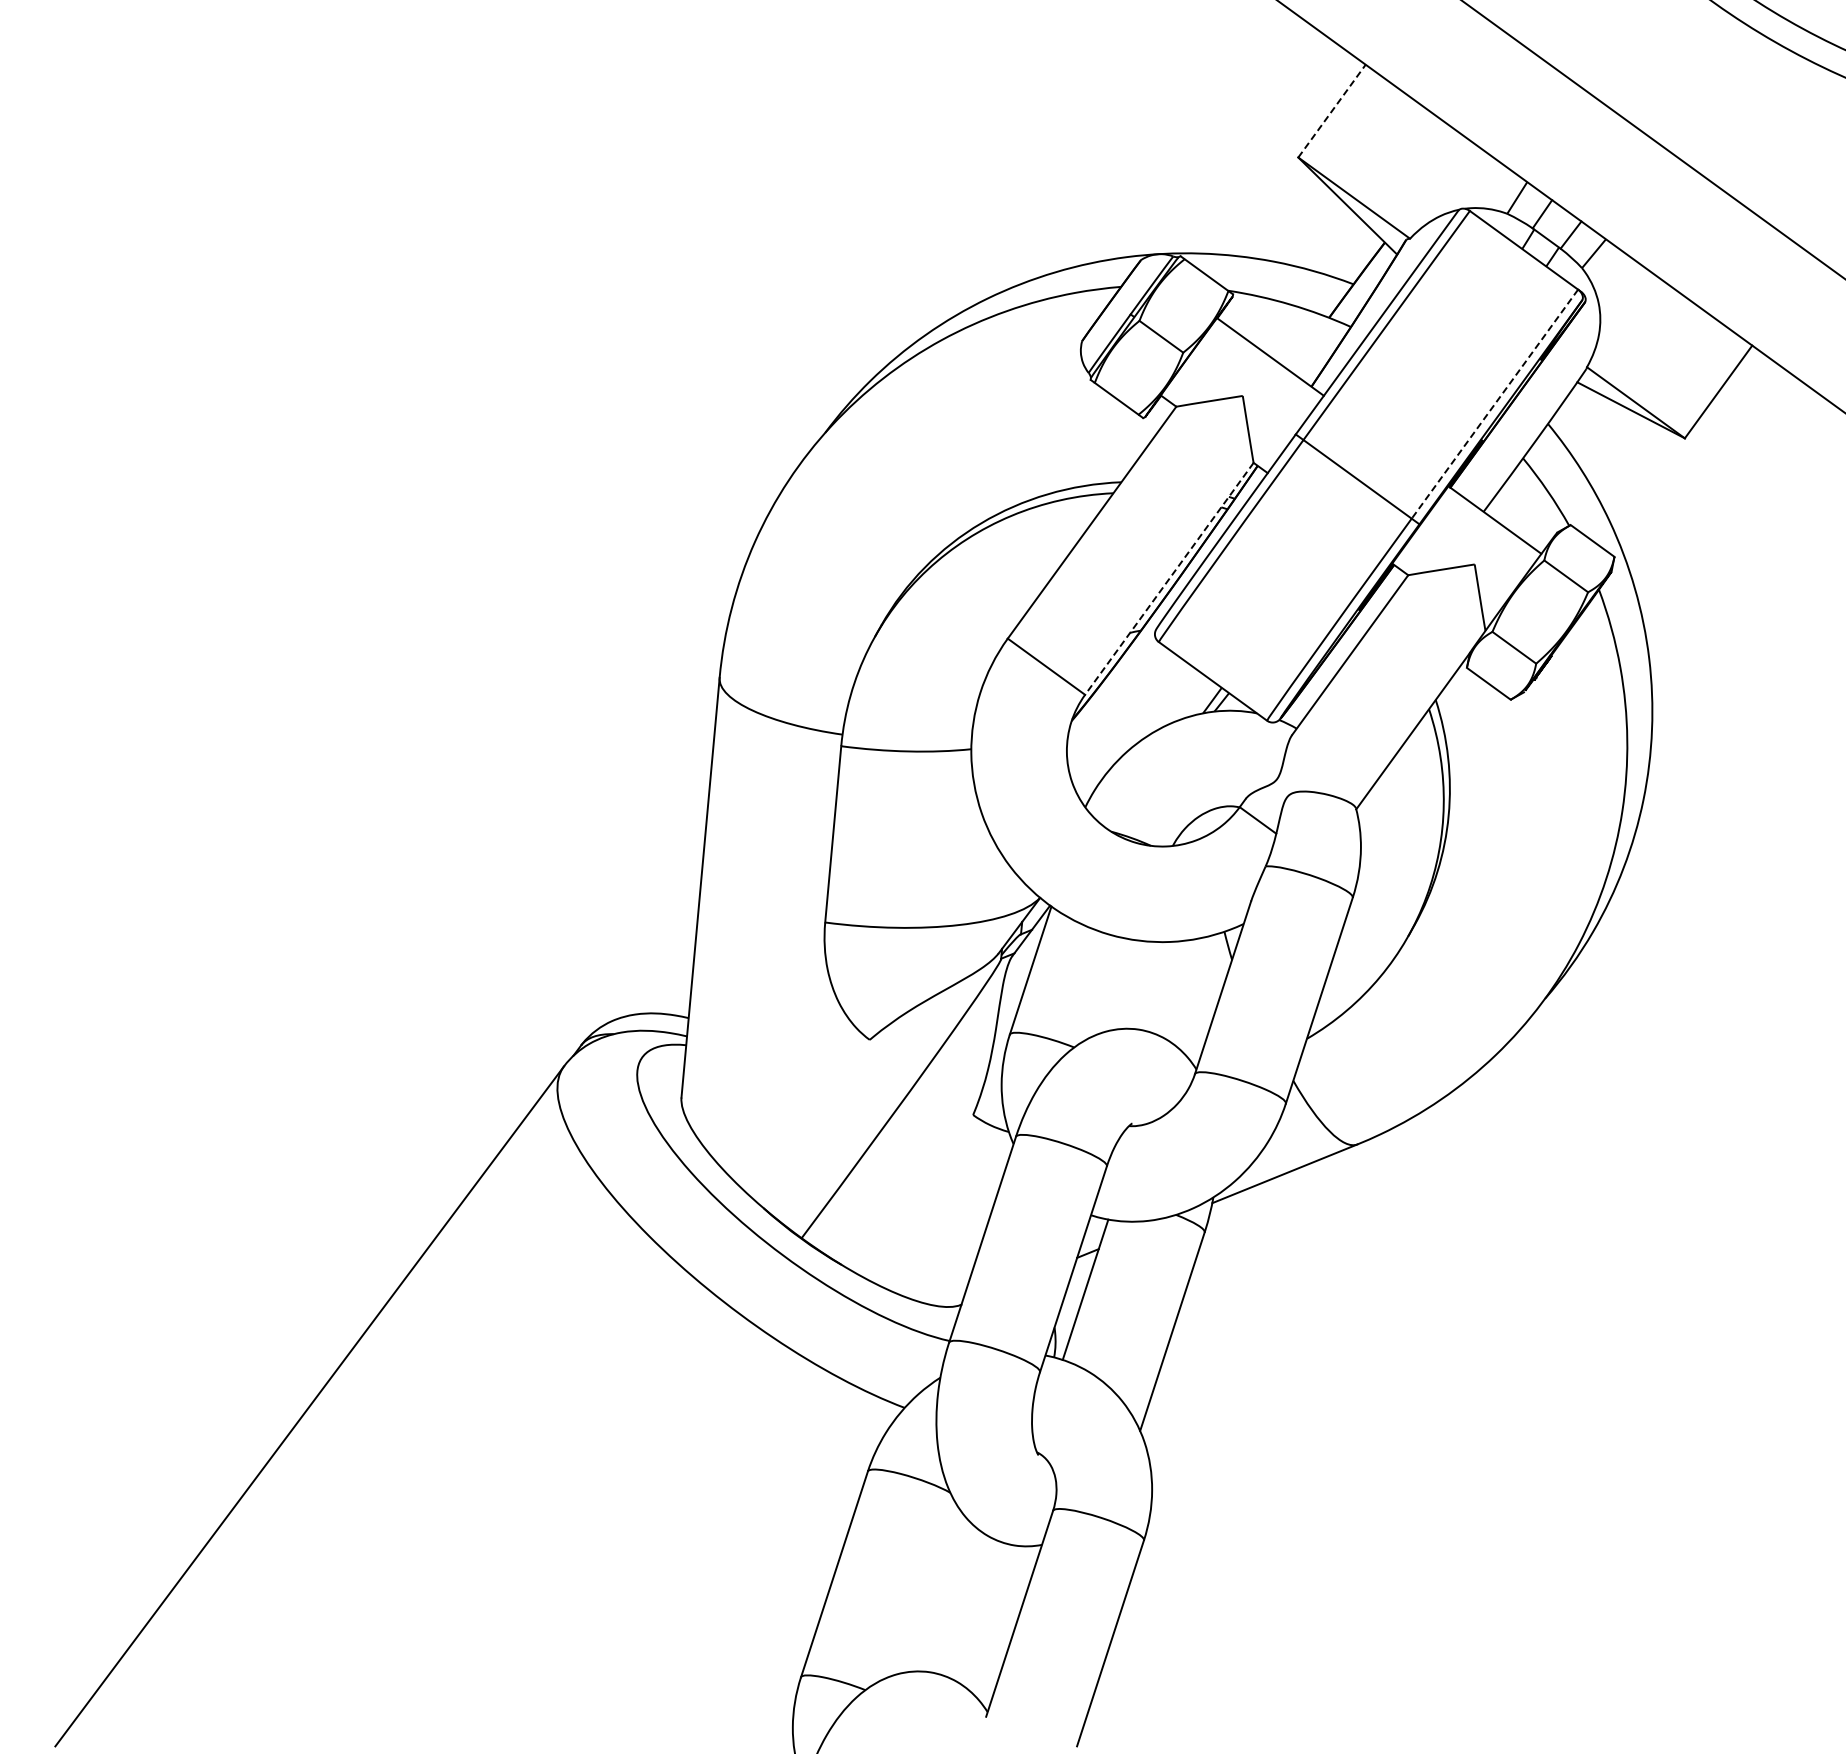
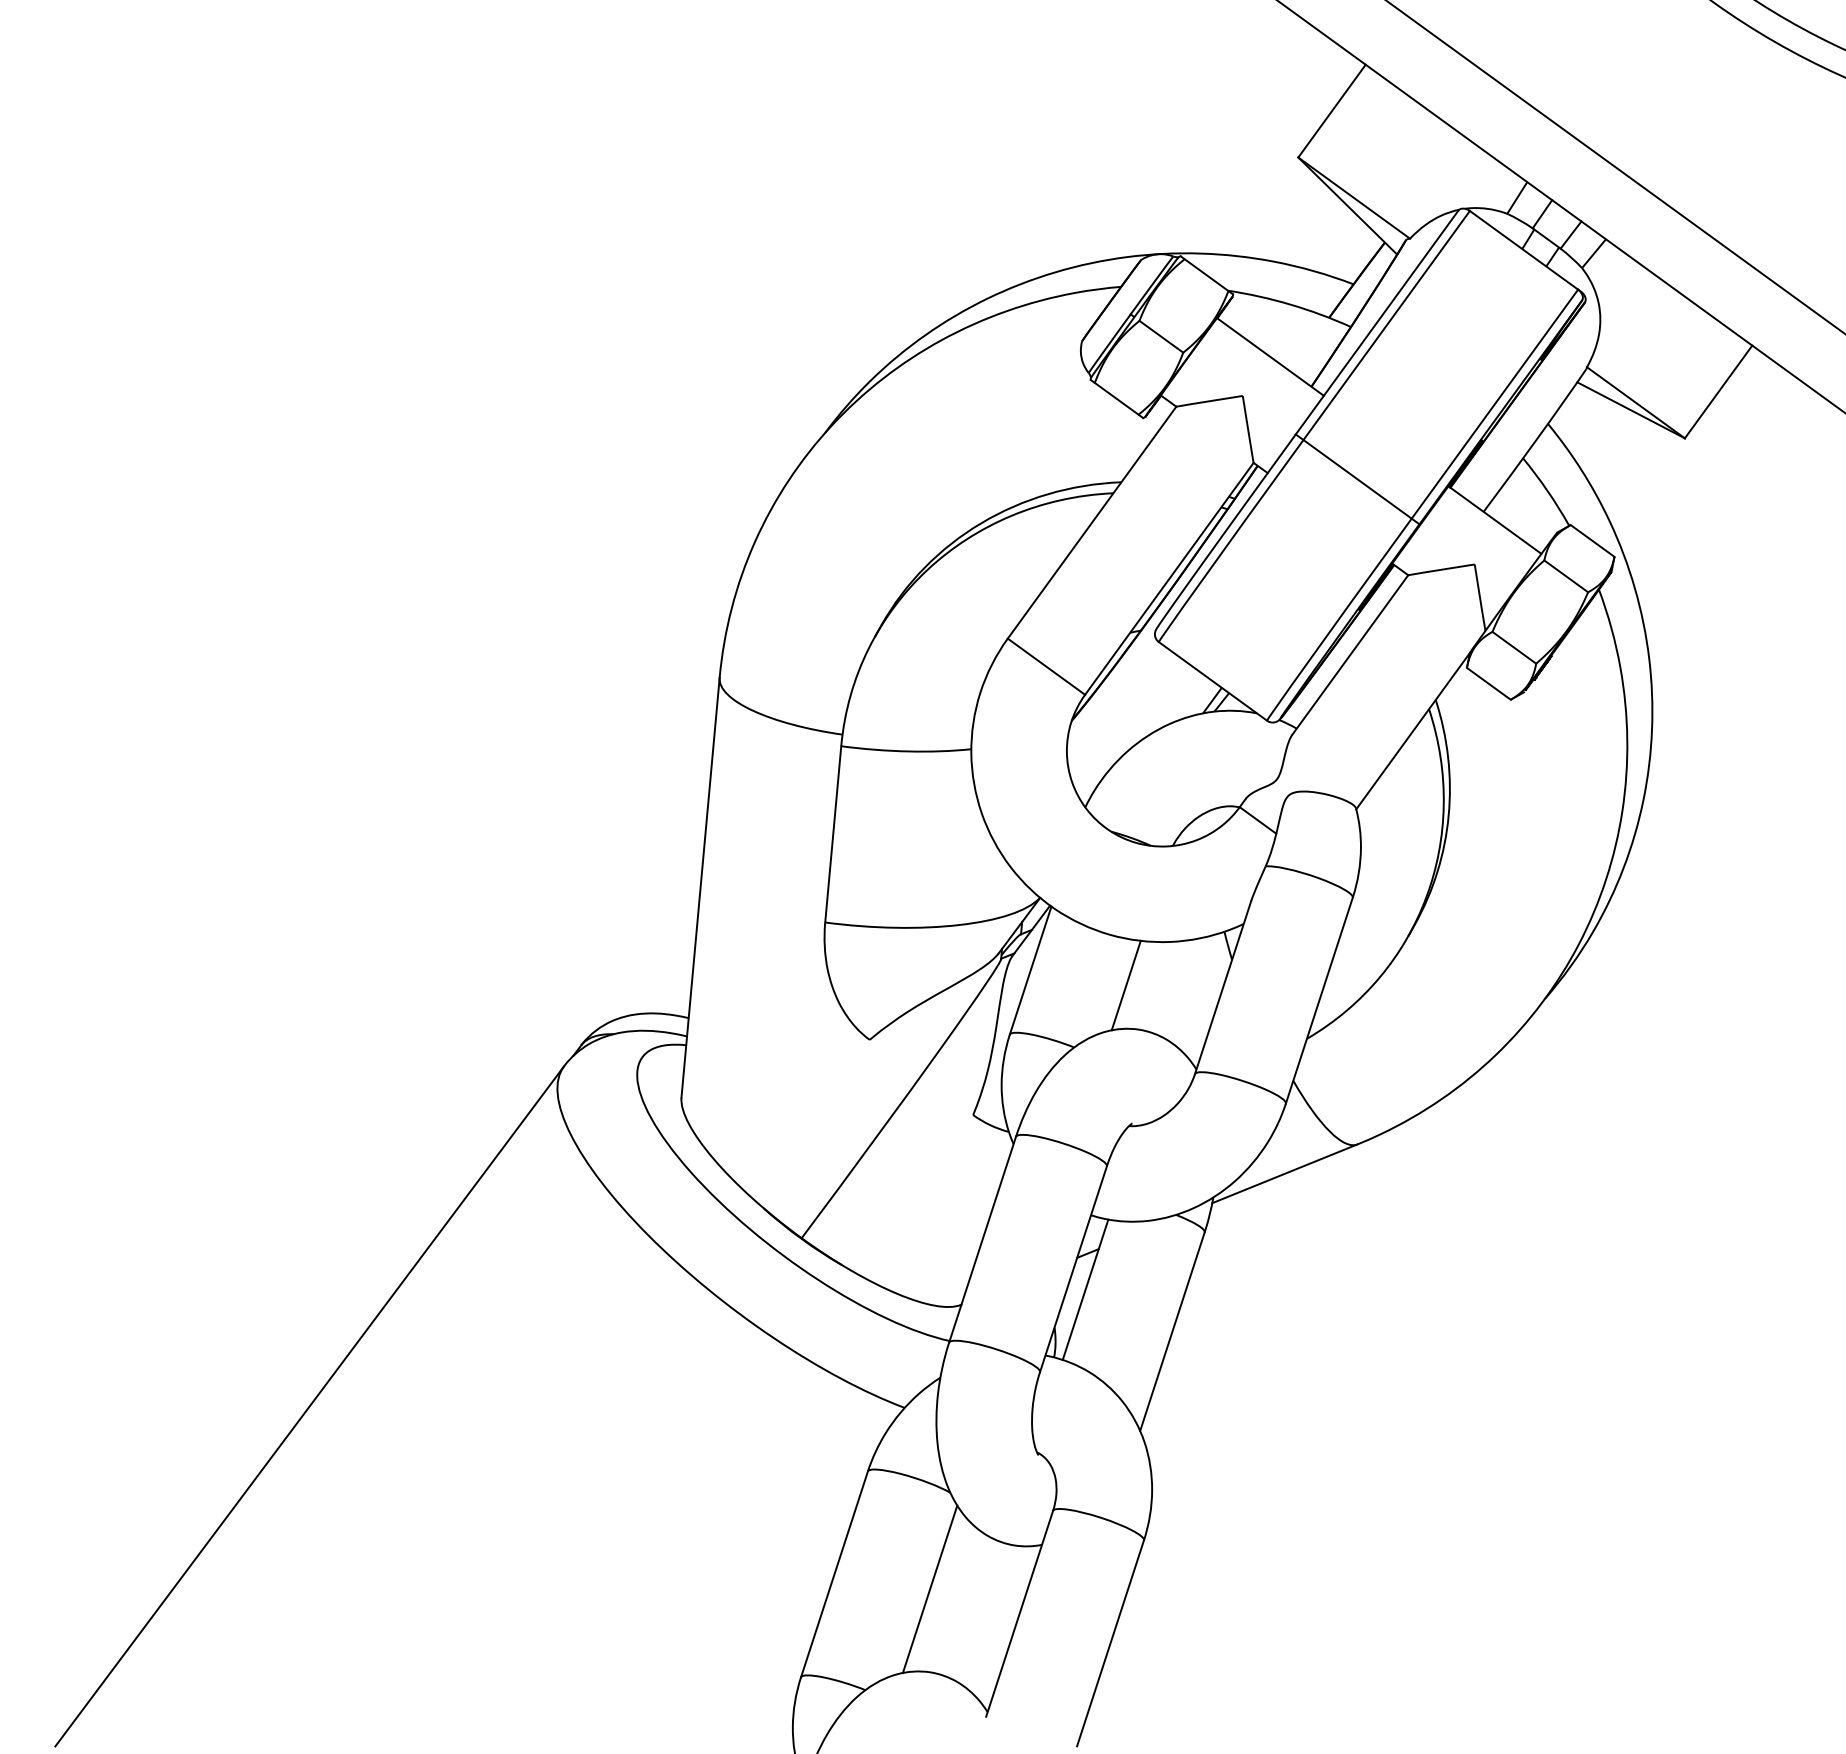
line at (1332, 110): dashed -> solid
line at (1653, 139) position: (1653, 139) -> (1615, 166)
line at (1494, 404): dashed -> solid
line at (1169, 579): dashed -> solid
line at (1125, 985): none -> present
line at (929, 1588): none -> present
